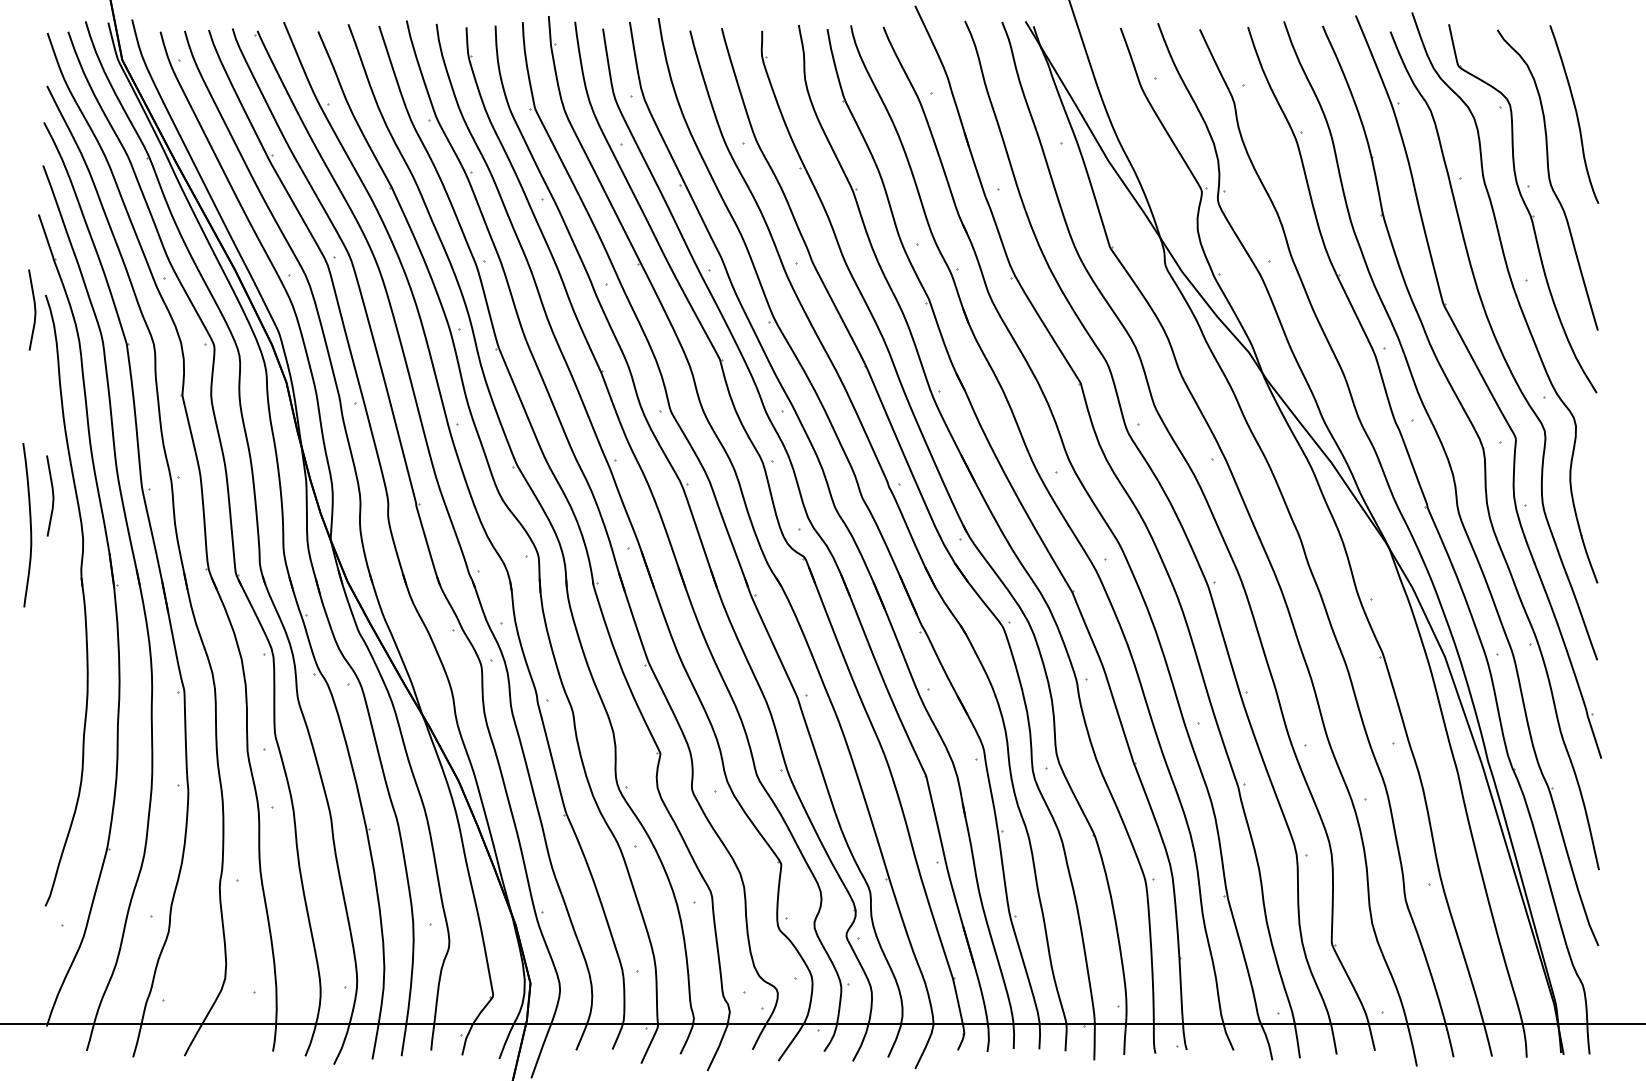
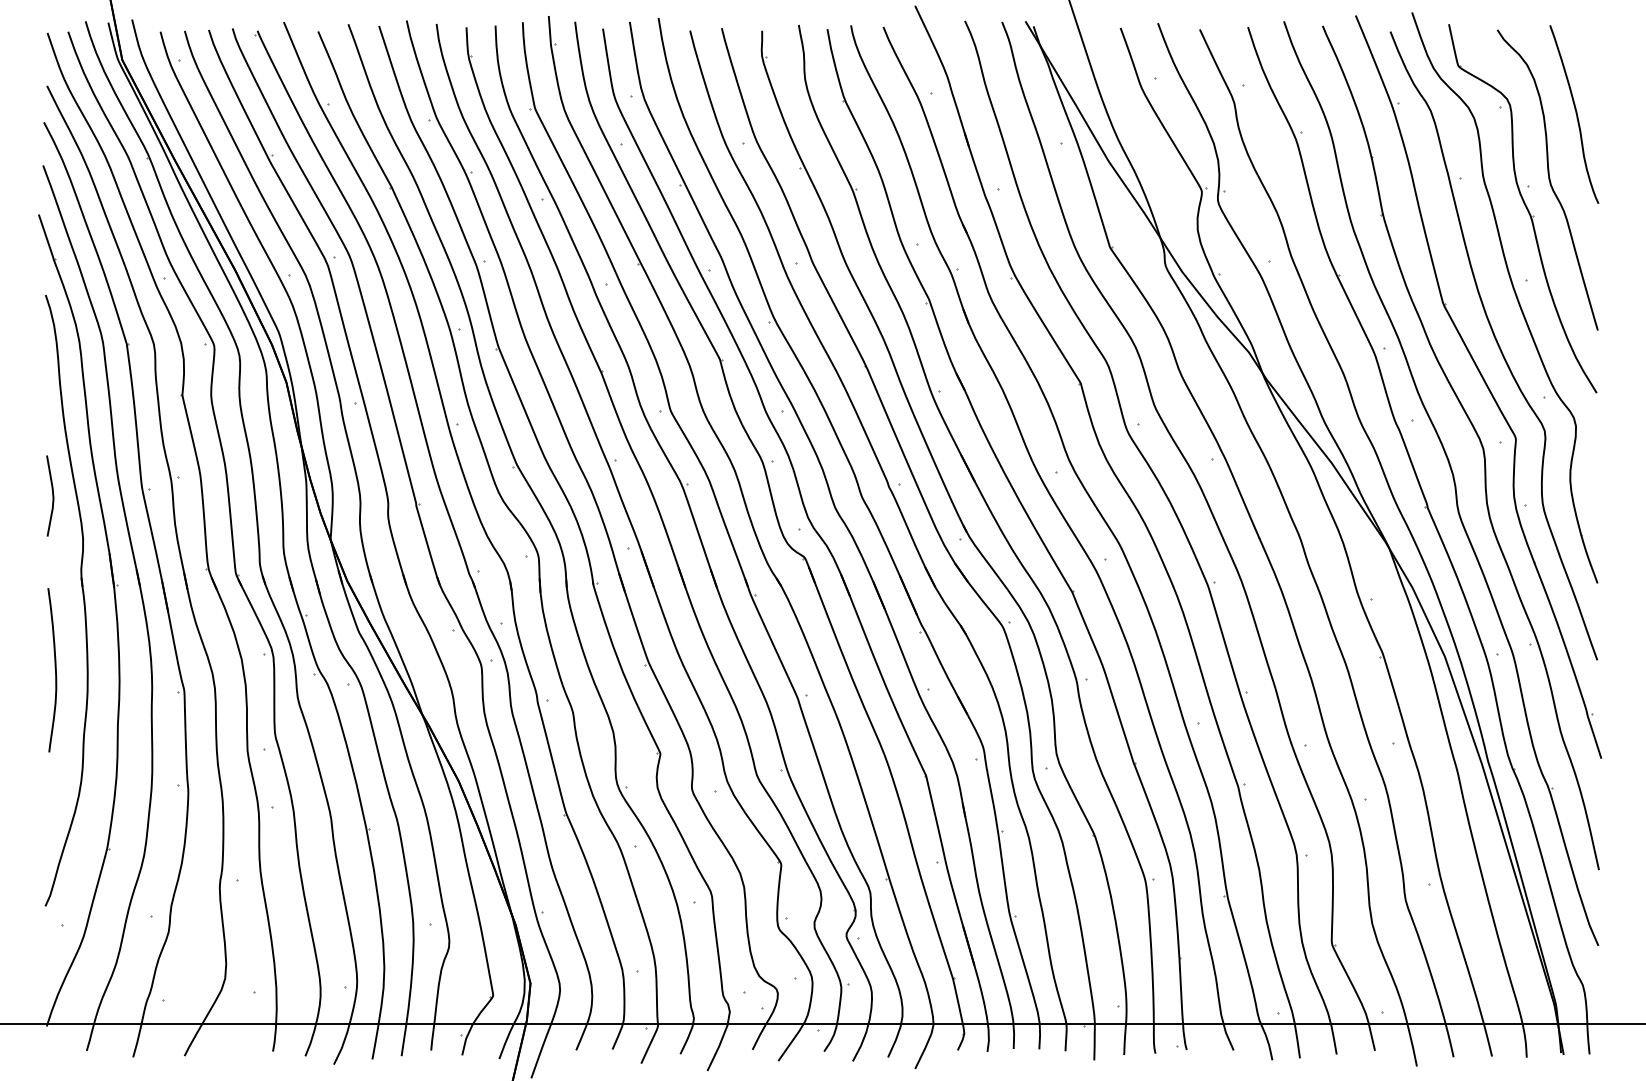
curve at (34, 309): present -> none
curve at (29, 523) position: (29, 523) -> (54, 668)
